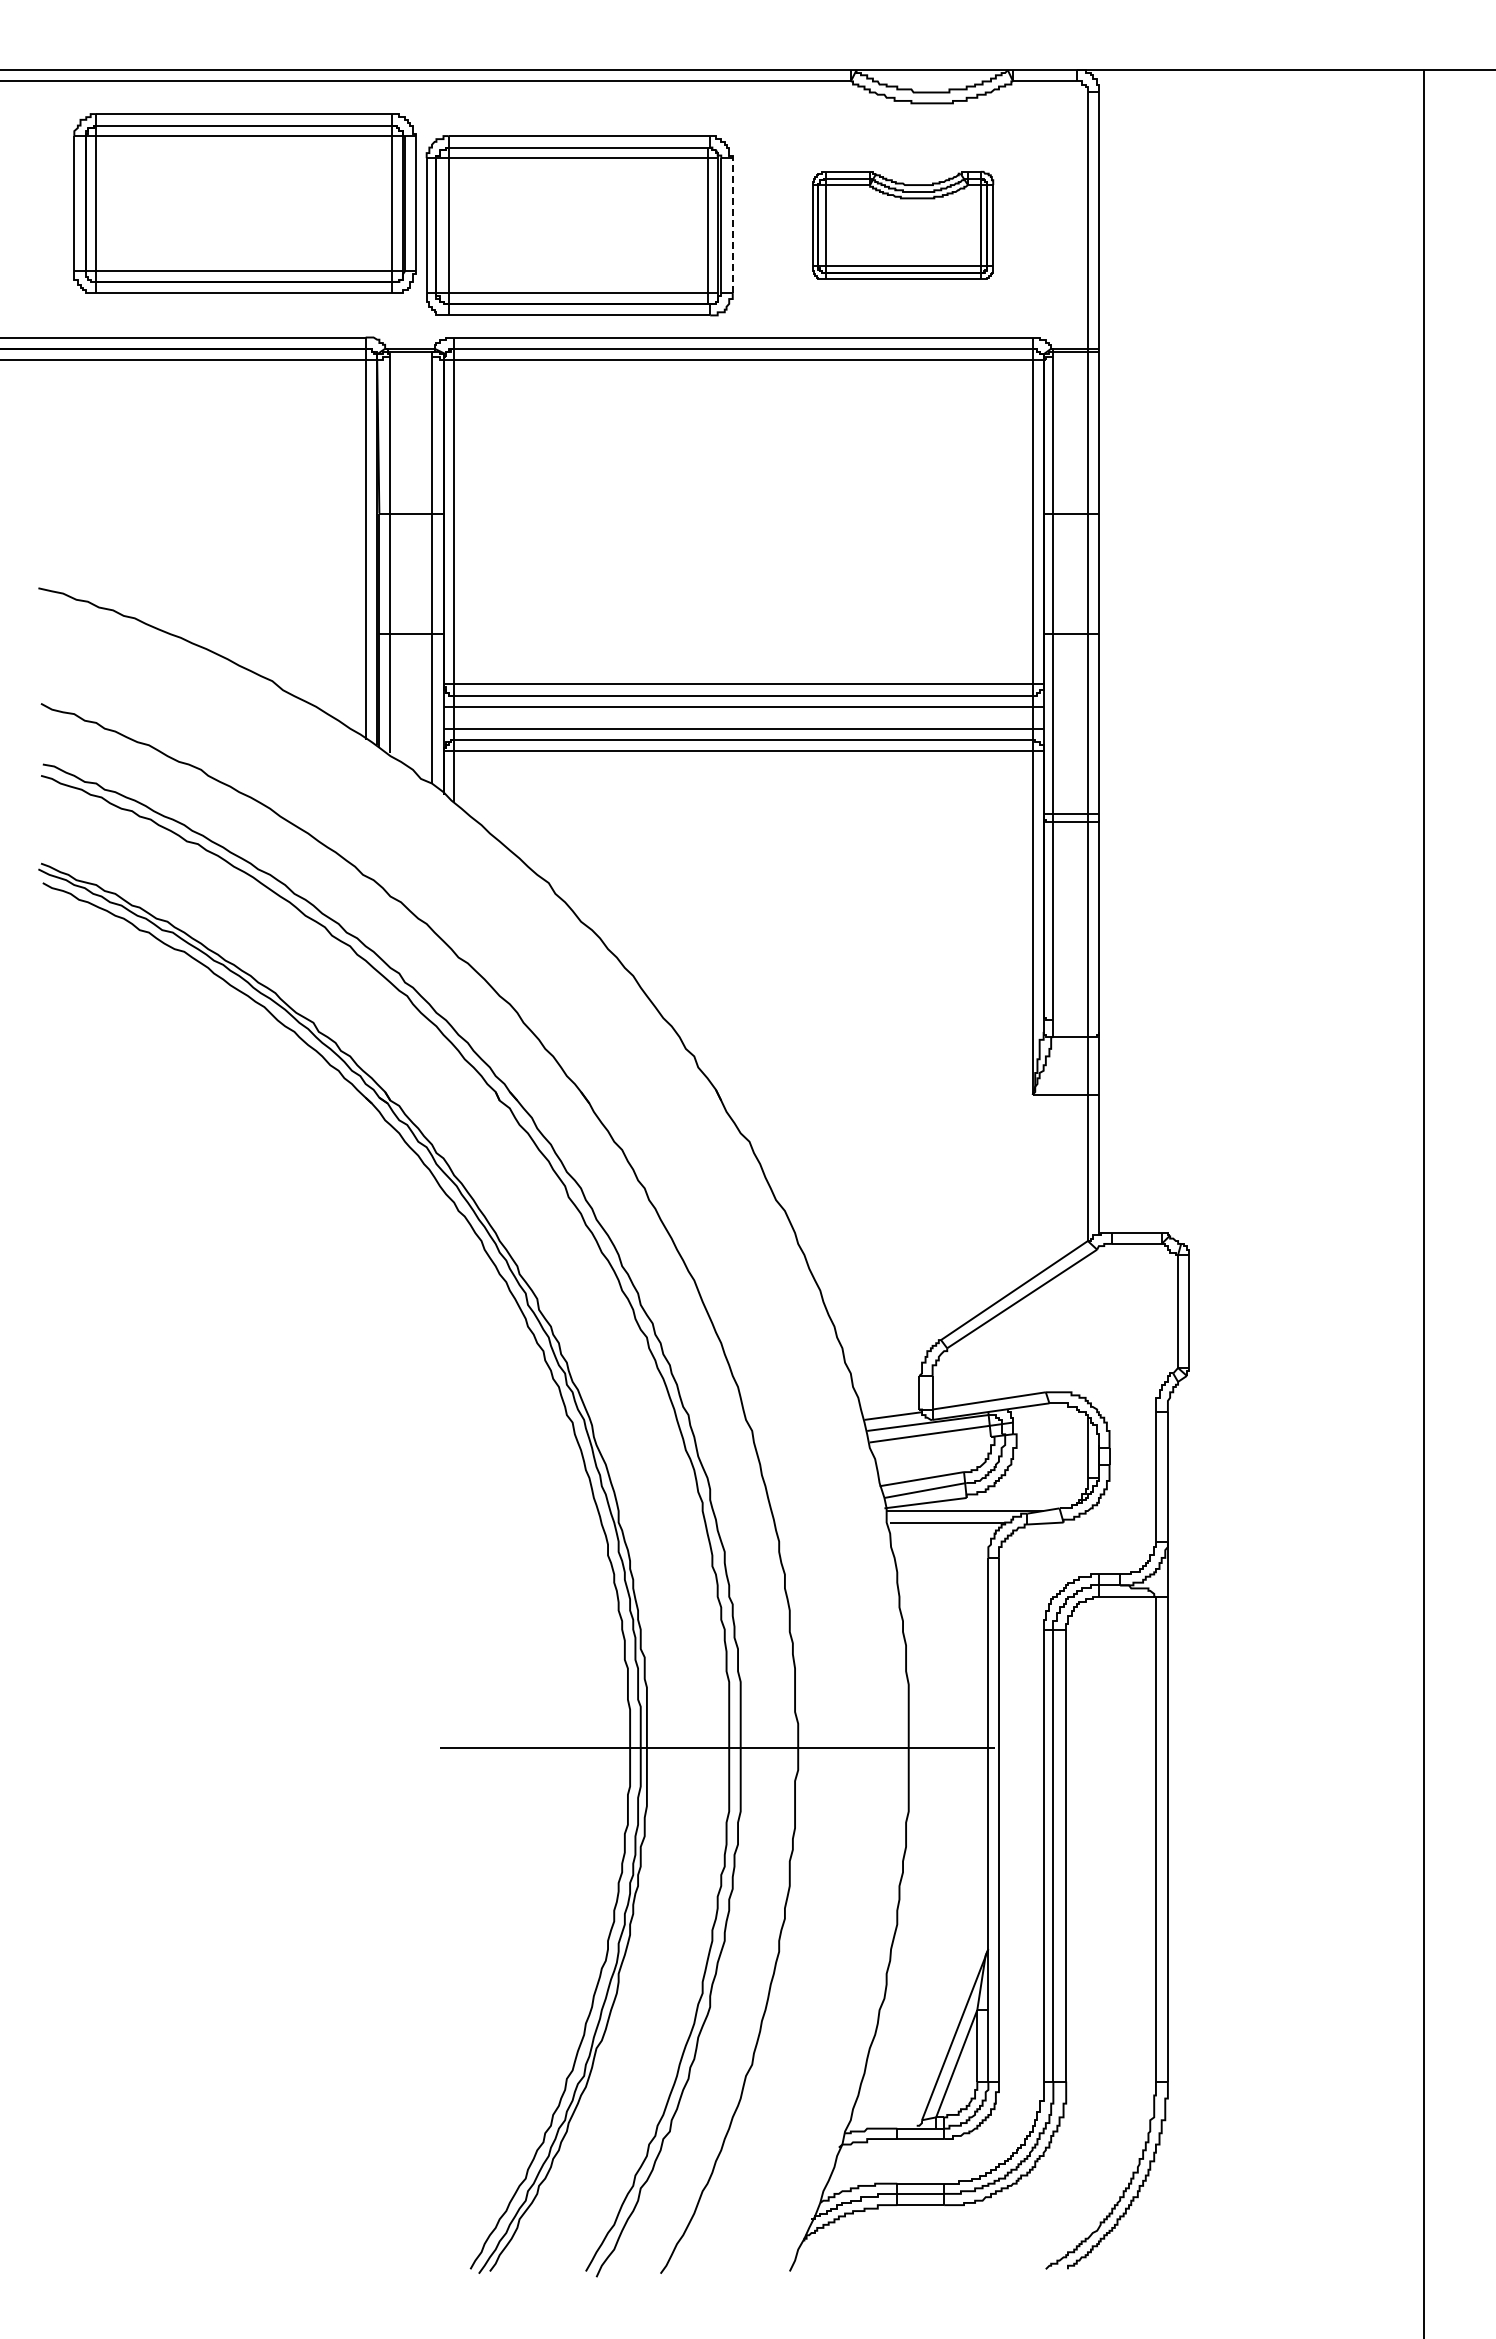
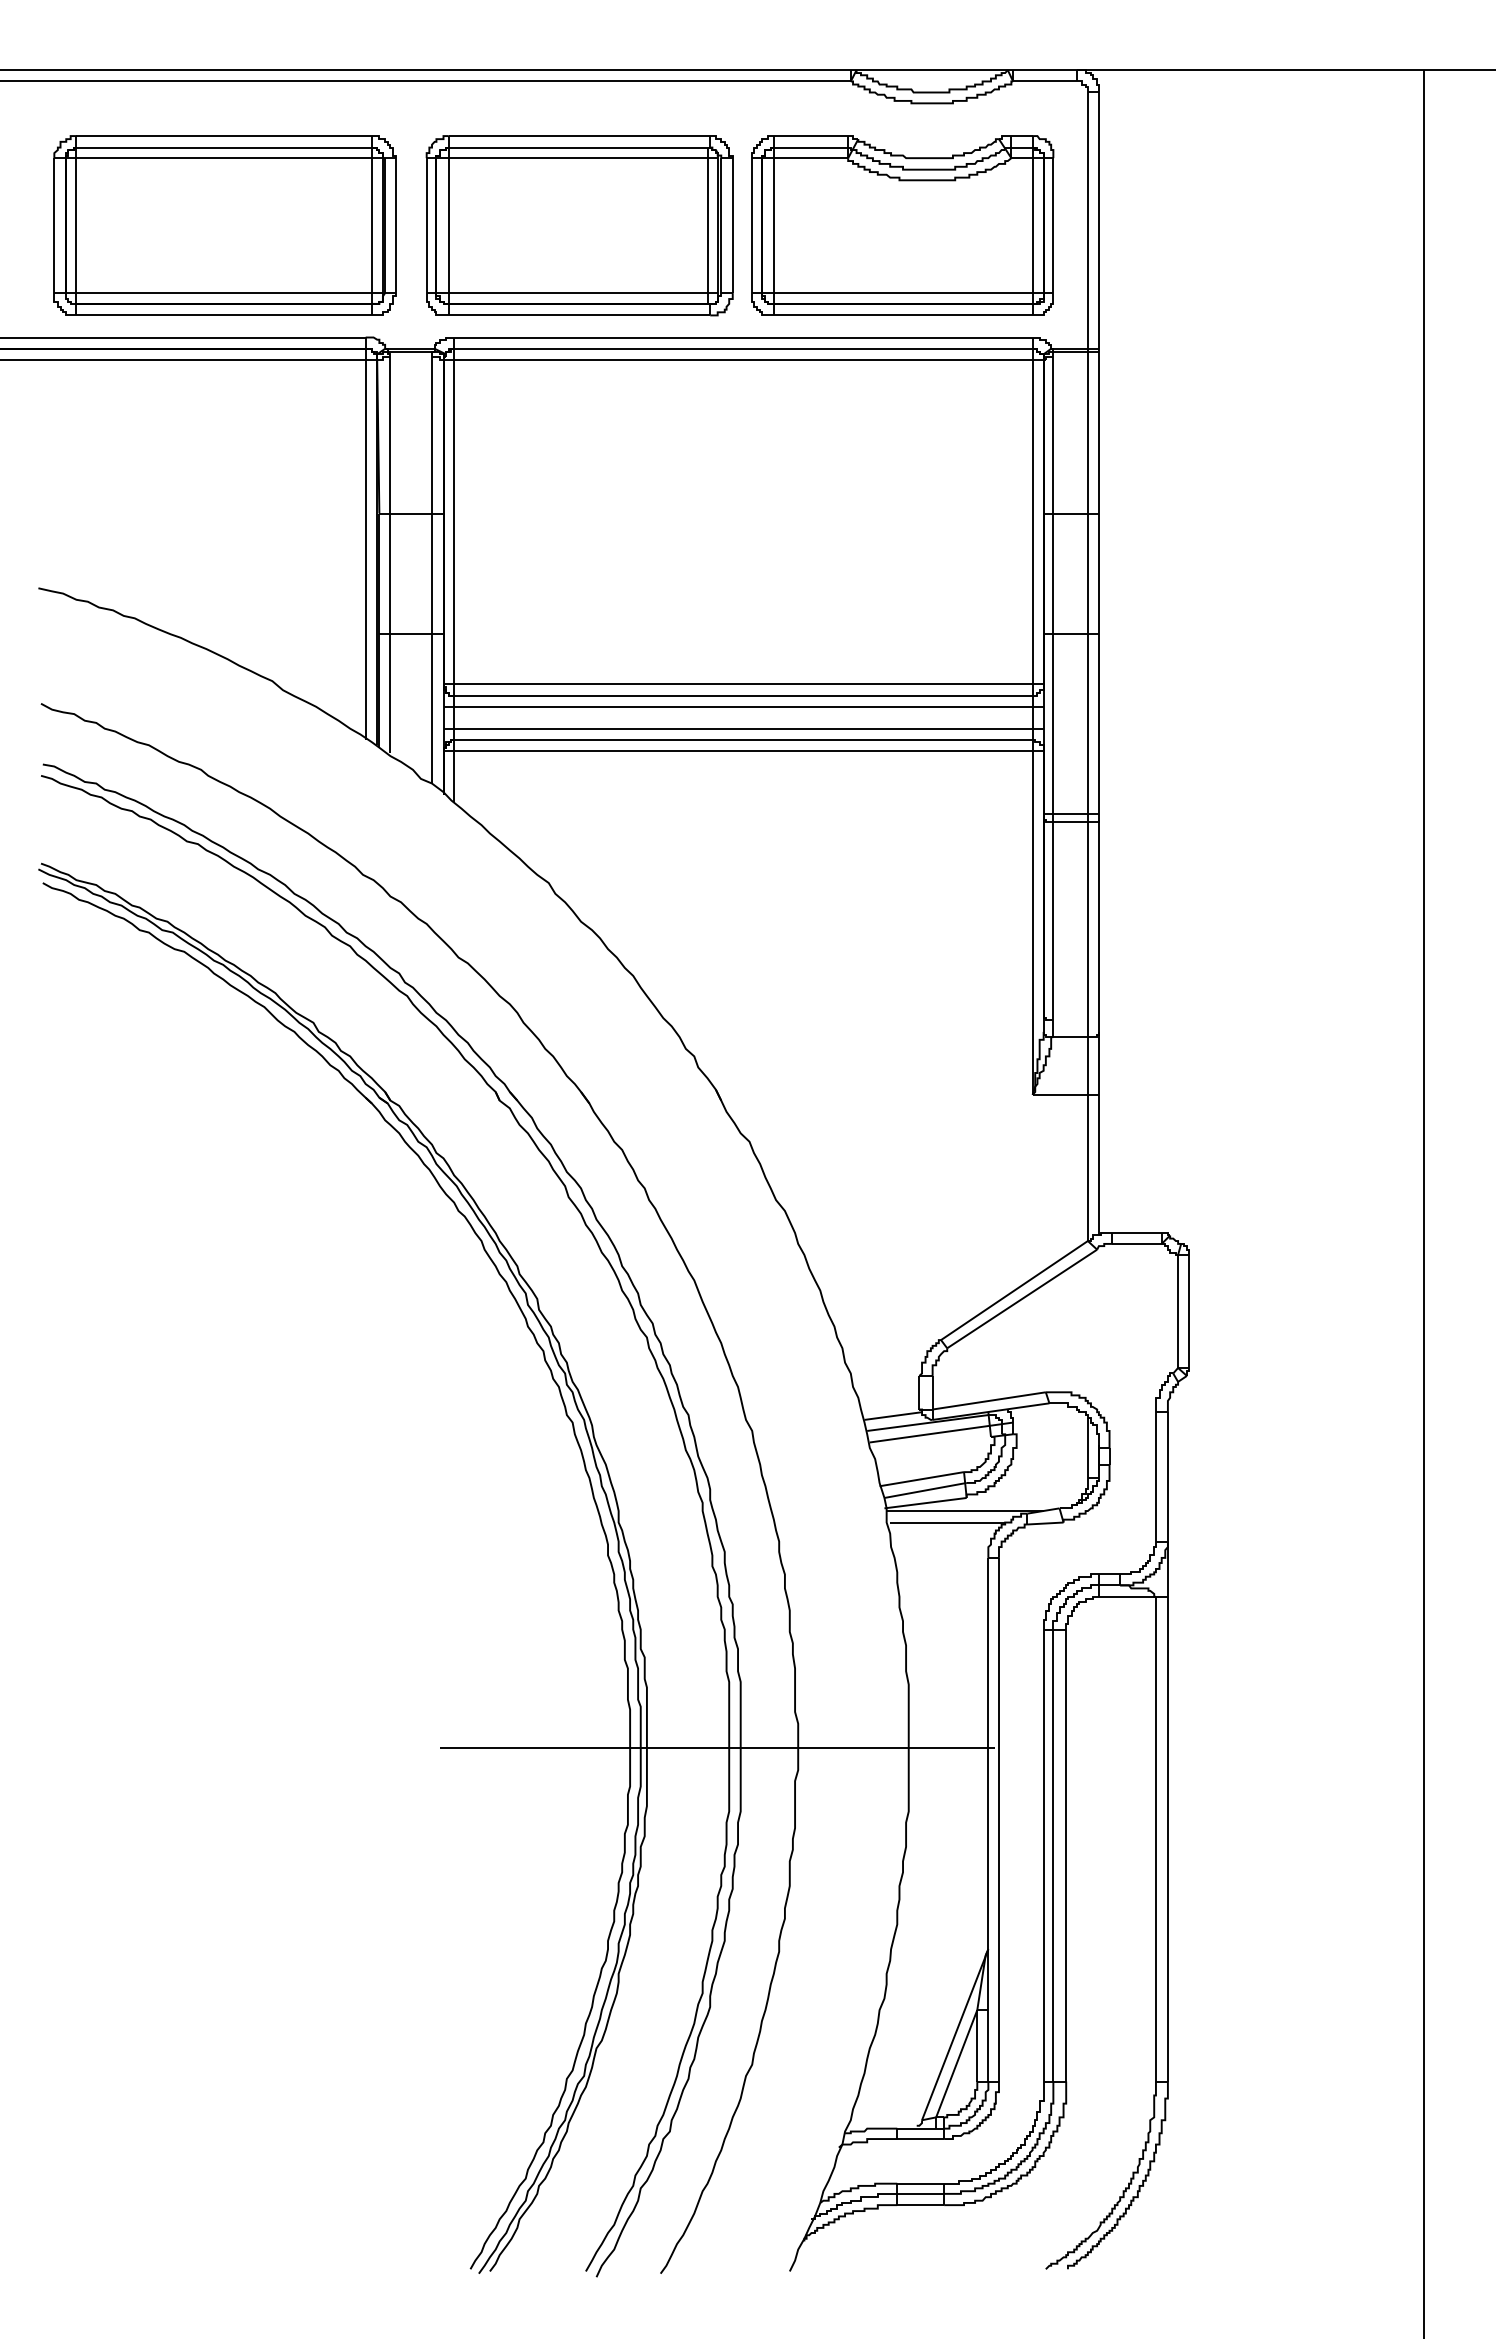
part at (244, 203) position: (244, 203) -> (224, 225)
line at (732, 225): dashed -> solid
part at (903, 225) size: 183x109 px -> 304x181 px
